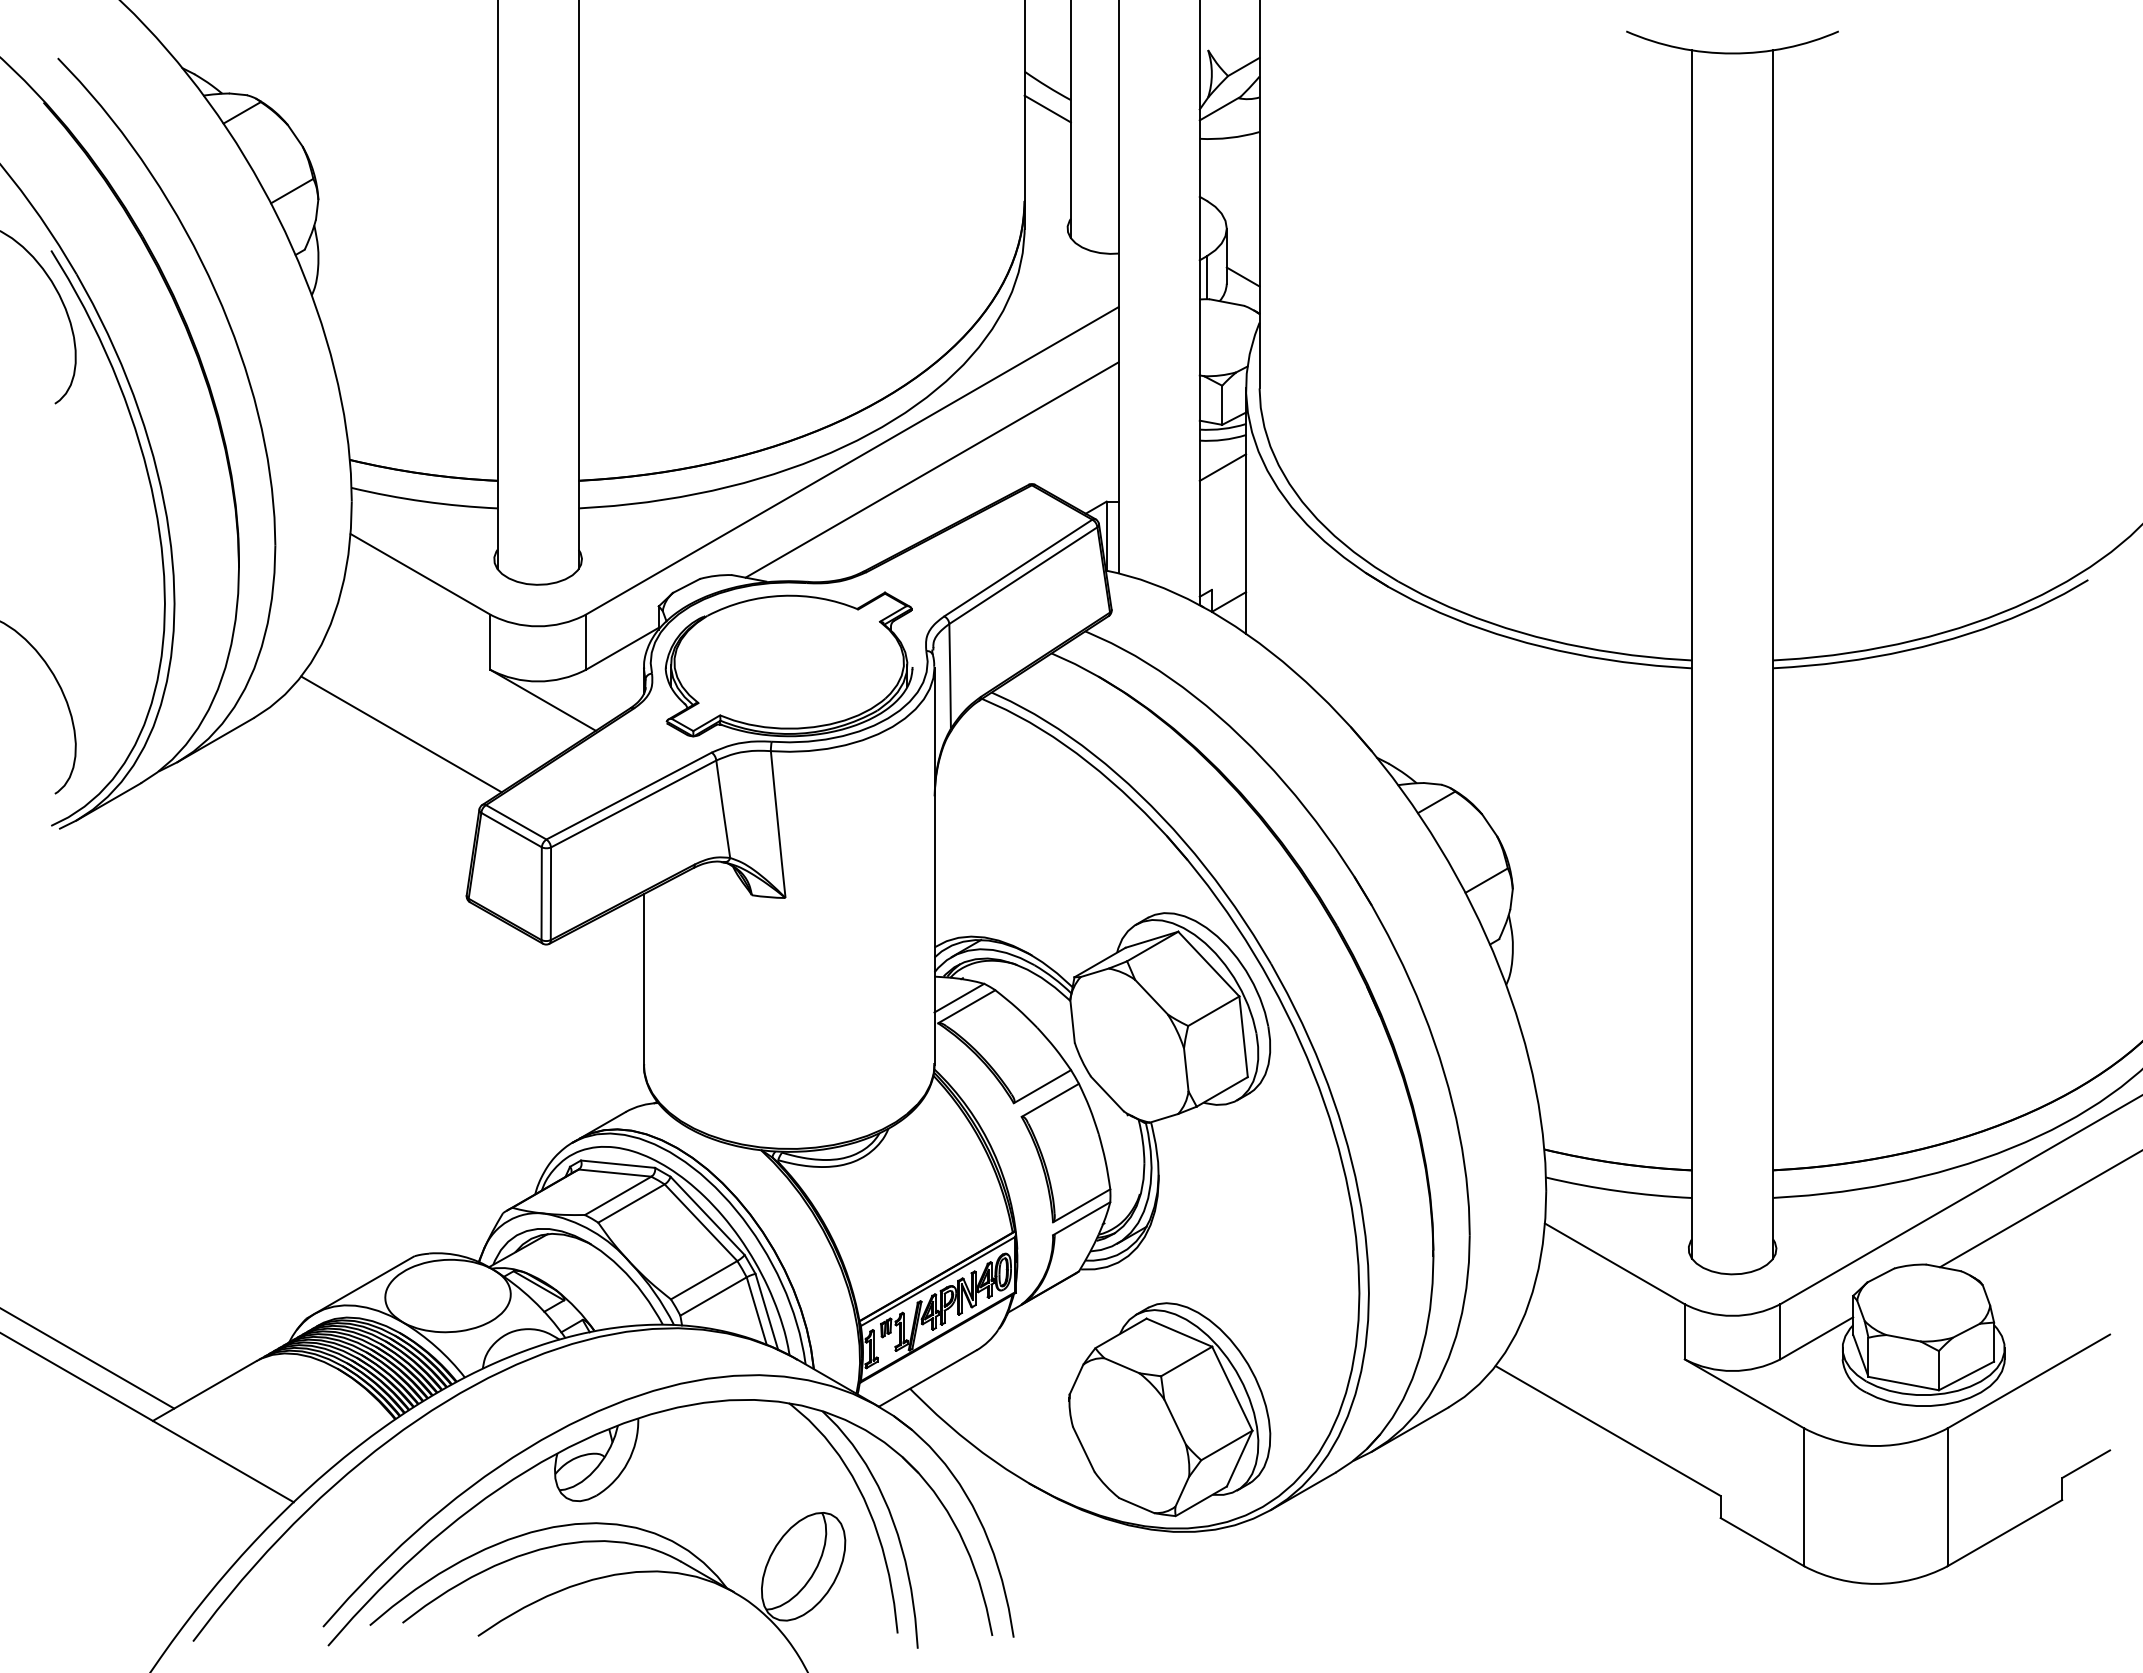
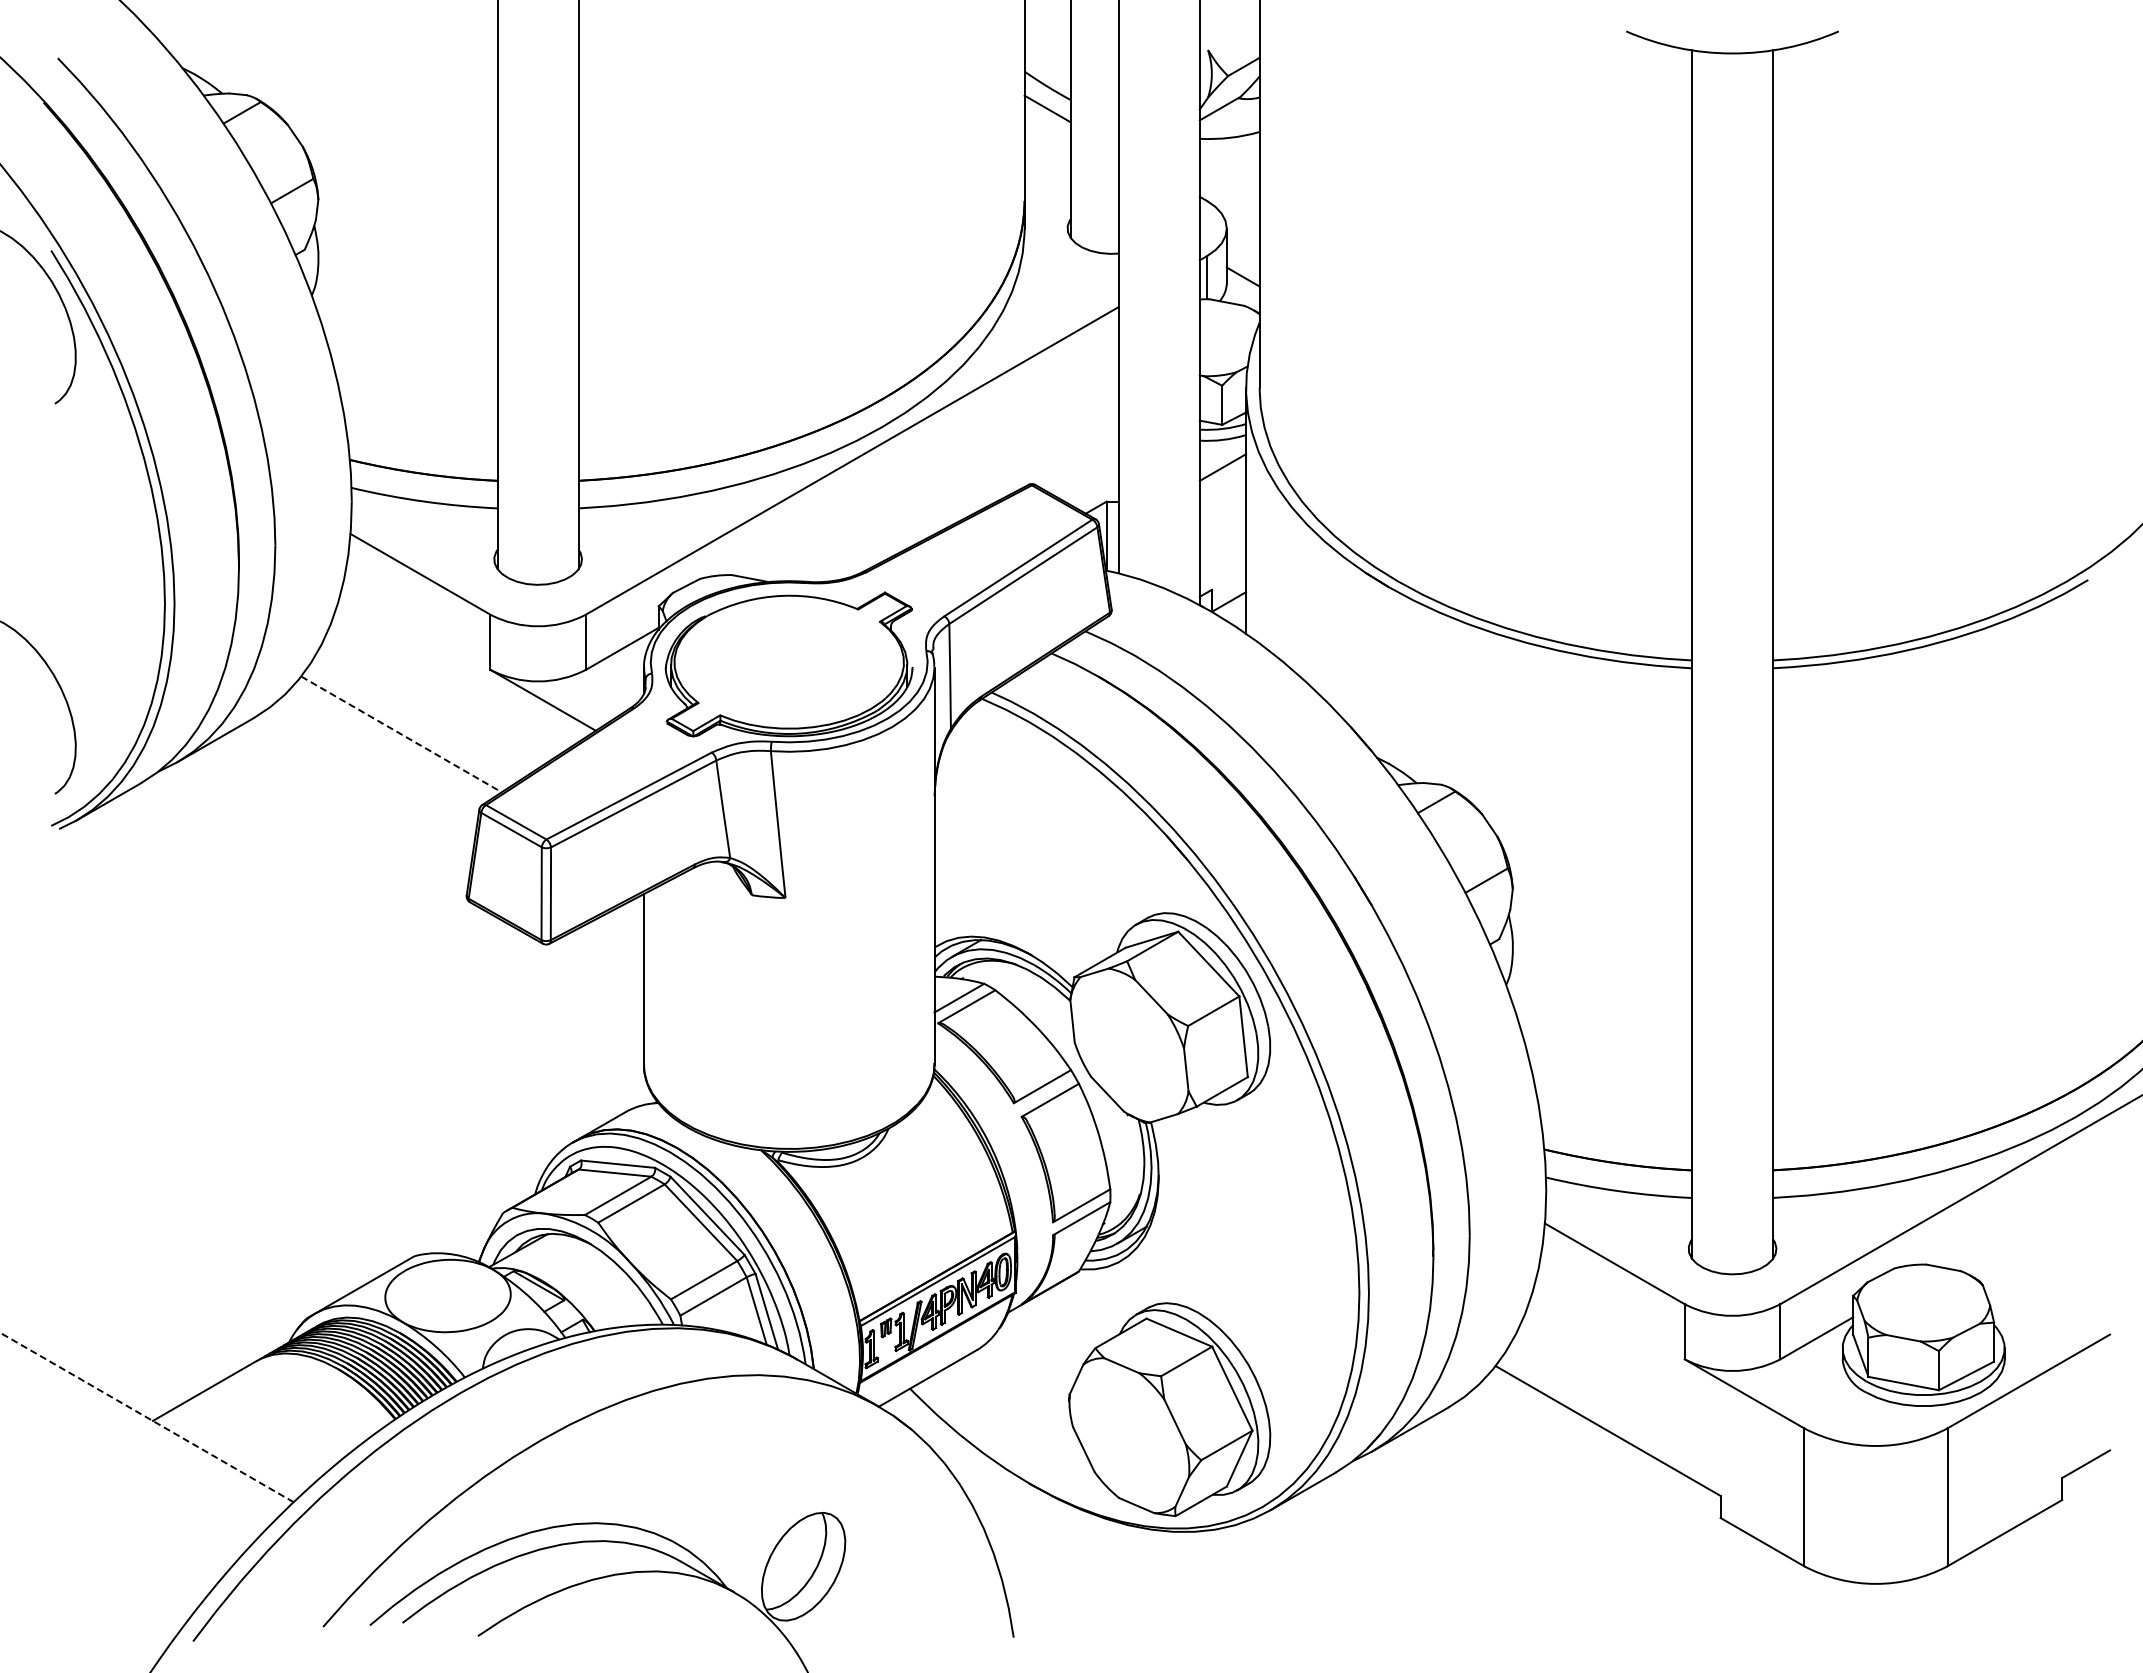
line at (931, 469): present -> none
line at (401, 734): solid -> dashed
line at (2039, 1209): present -> none
line at (88, 1358): present -> none
line at (146, 1417): solid -> dashed
part at (617, 1479): present -> none
